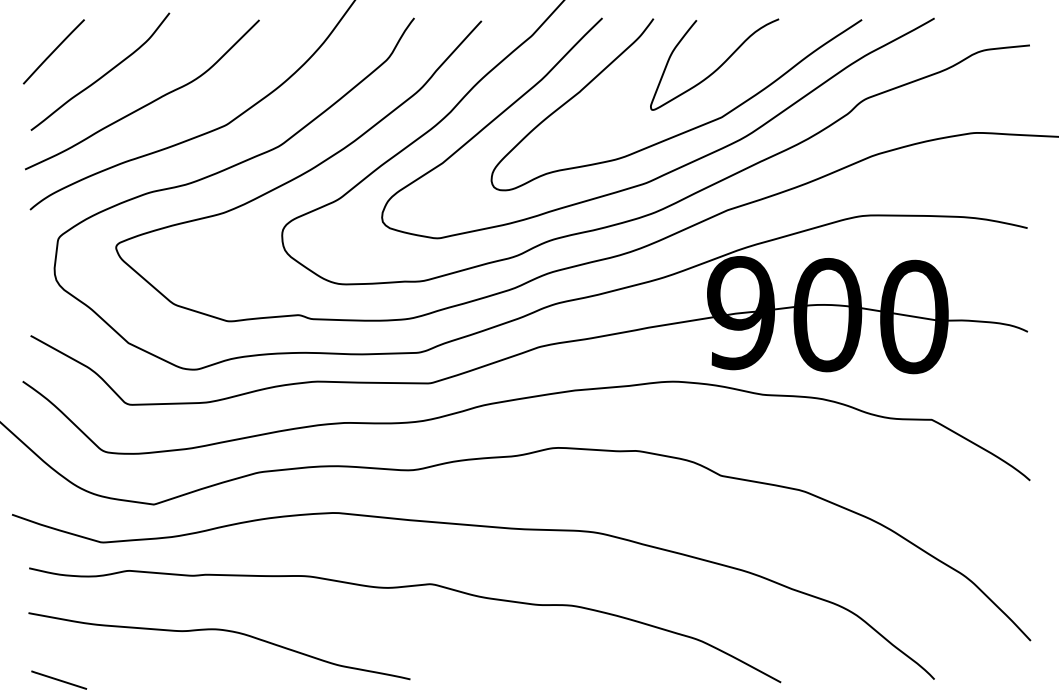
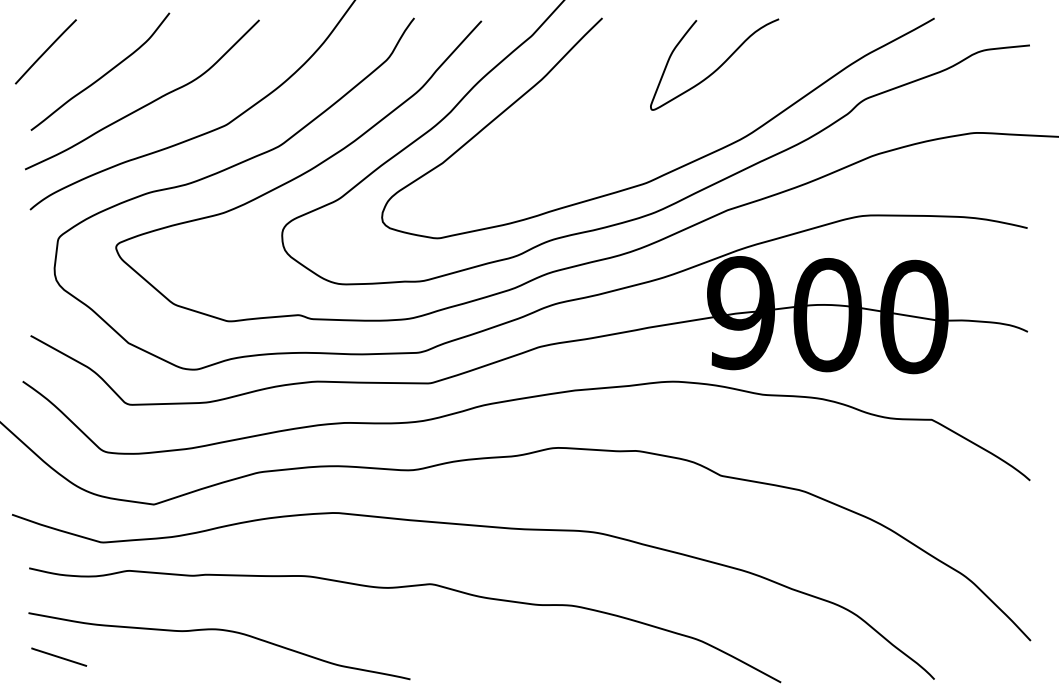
line at (53, 51) position: (53, 51) -> (45, 51)
curve at (688, 129): present -> none
line at (59, 679) position: (59, 679) -> (59, 656)
